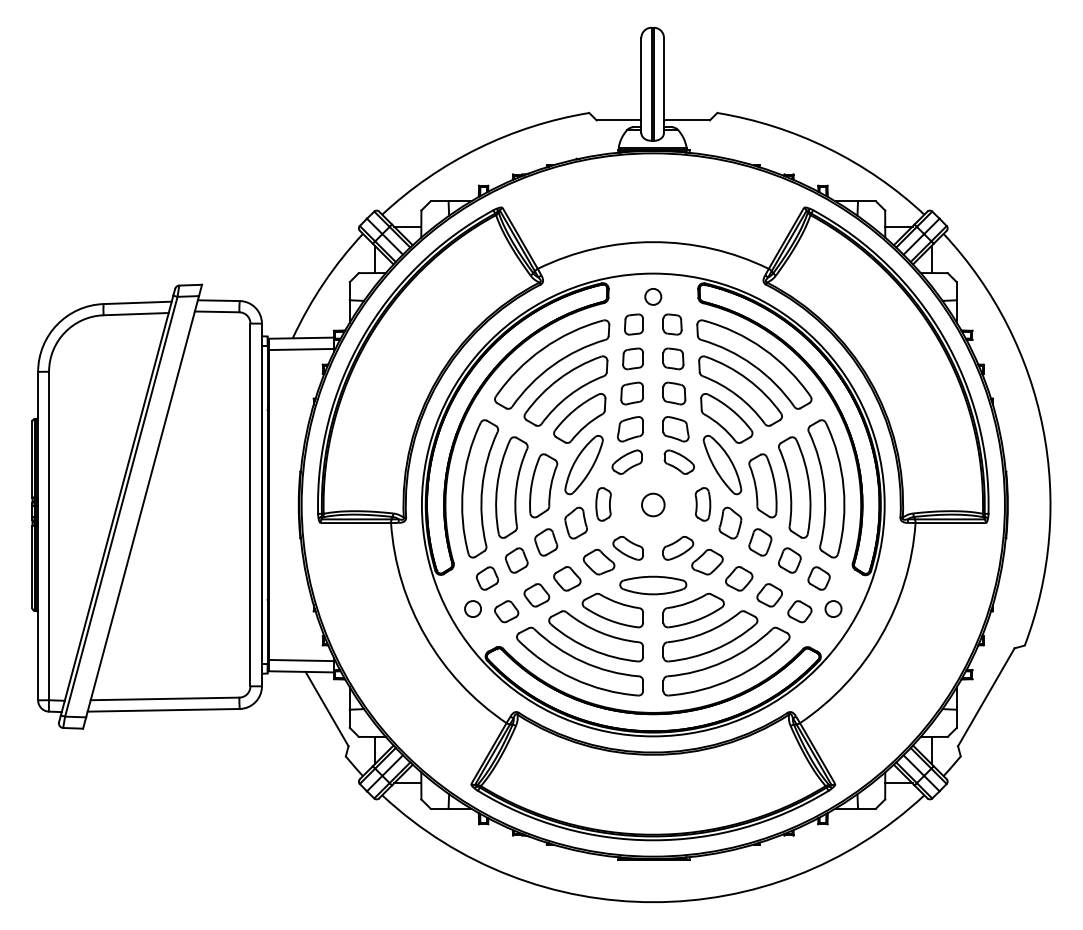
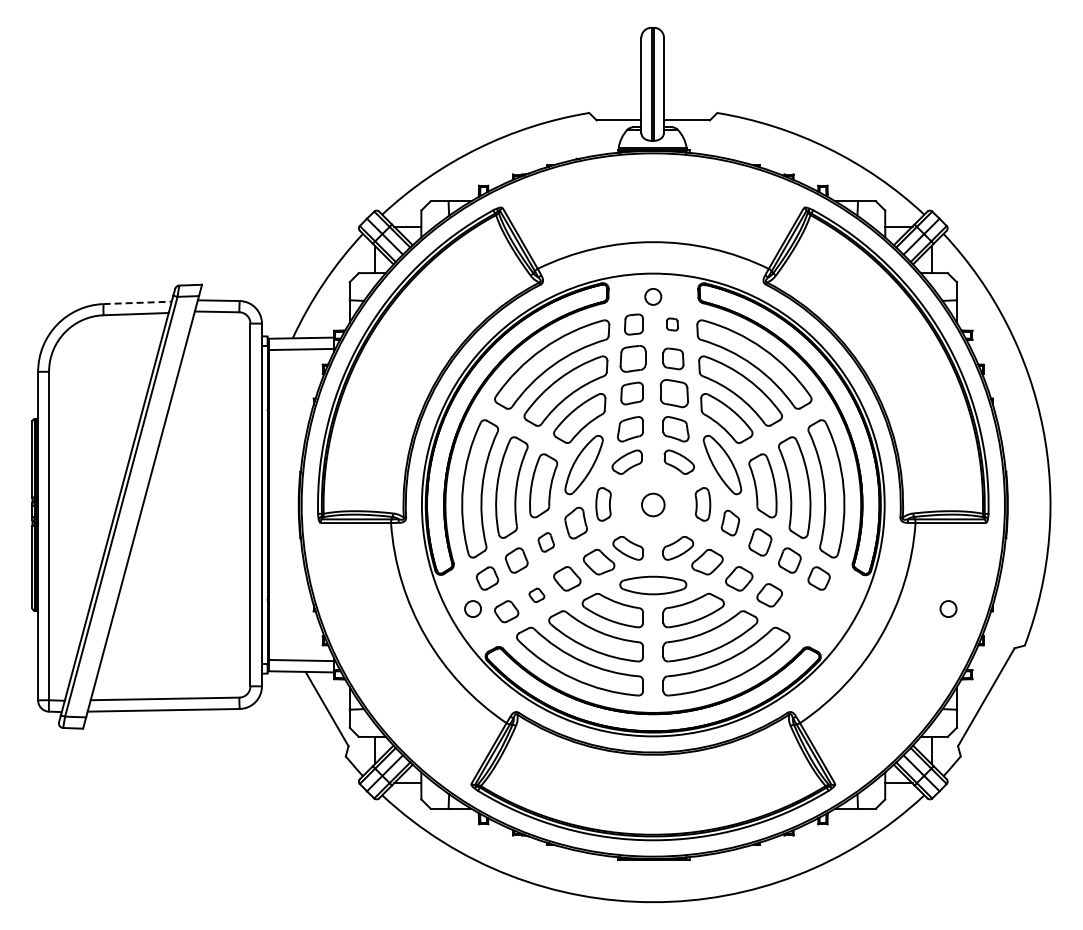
line at (138, 302): solid -> dashed
part at (672, 324) size: 21x23 px -> 13x15 px
part at (632, 358) size: 22x24 px -> 28x28 px
part at (674, 393) size: 25x25 px -> 30x30 px
part at (730, 522) size: 25x34 px -> 21x28 px
part at (546, 542) size: 25x29 px -> 18x21 px
part at (536, 595) size: 28x25 px -> 18x17 px
circle at (833, 608) position: (833, 608) -> (948, 608)
part at (799, 611): present -> none
